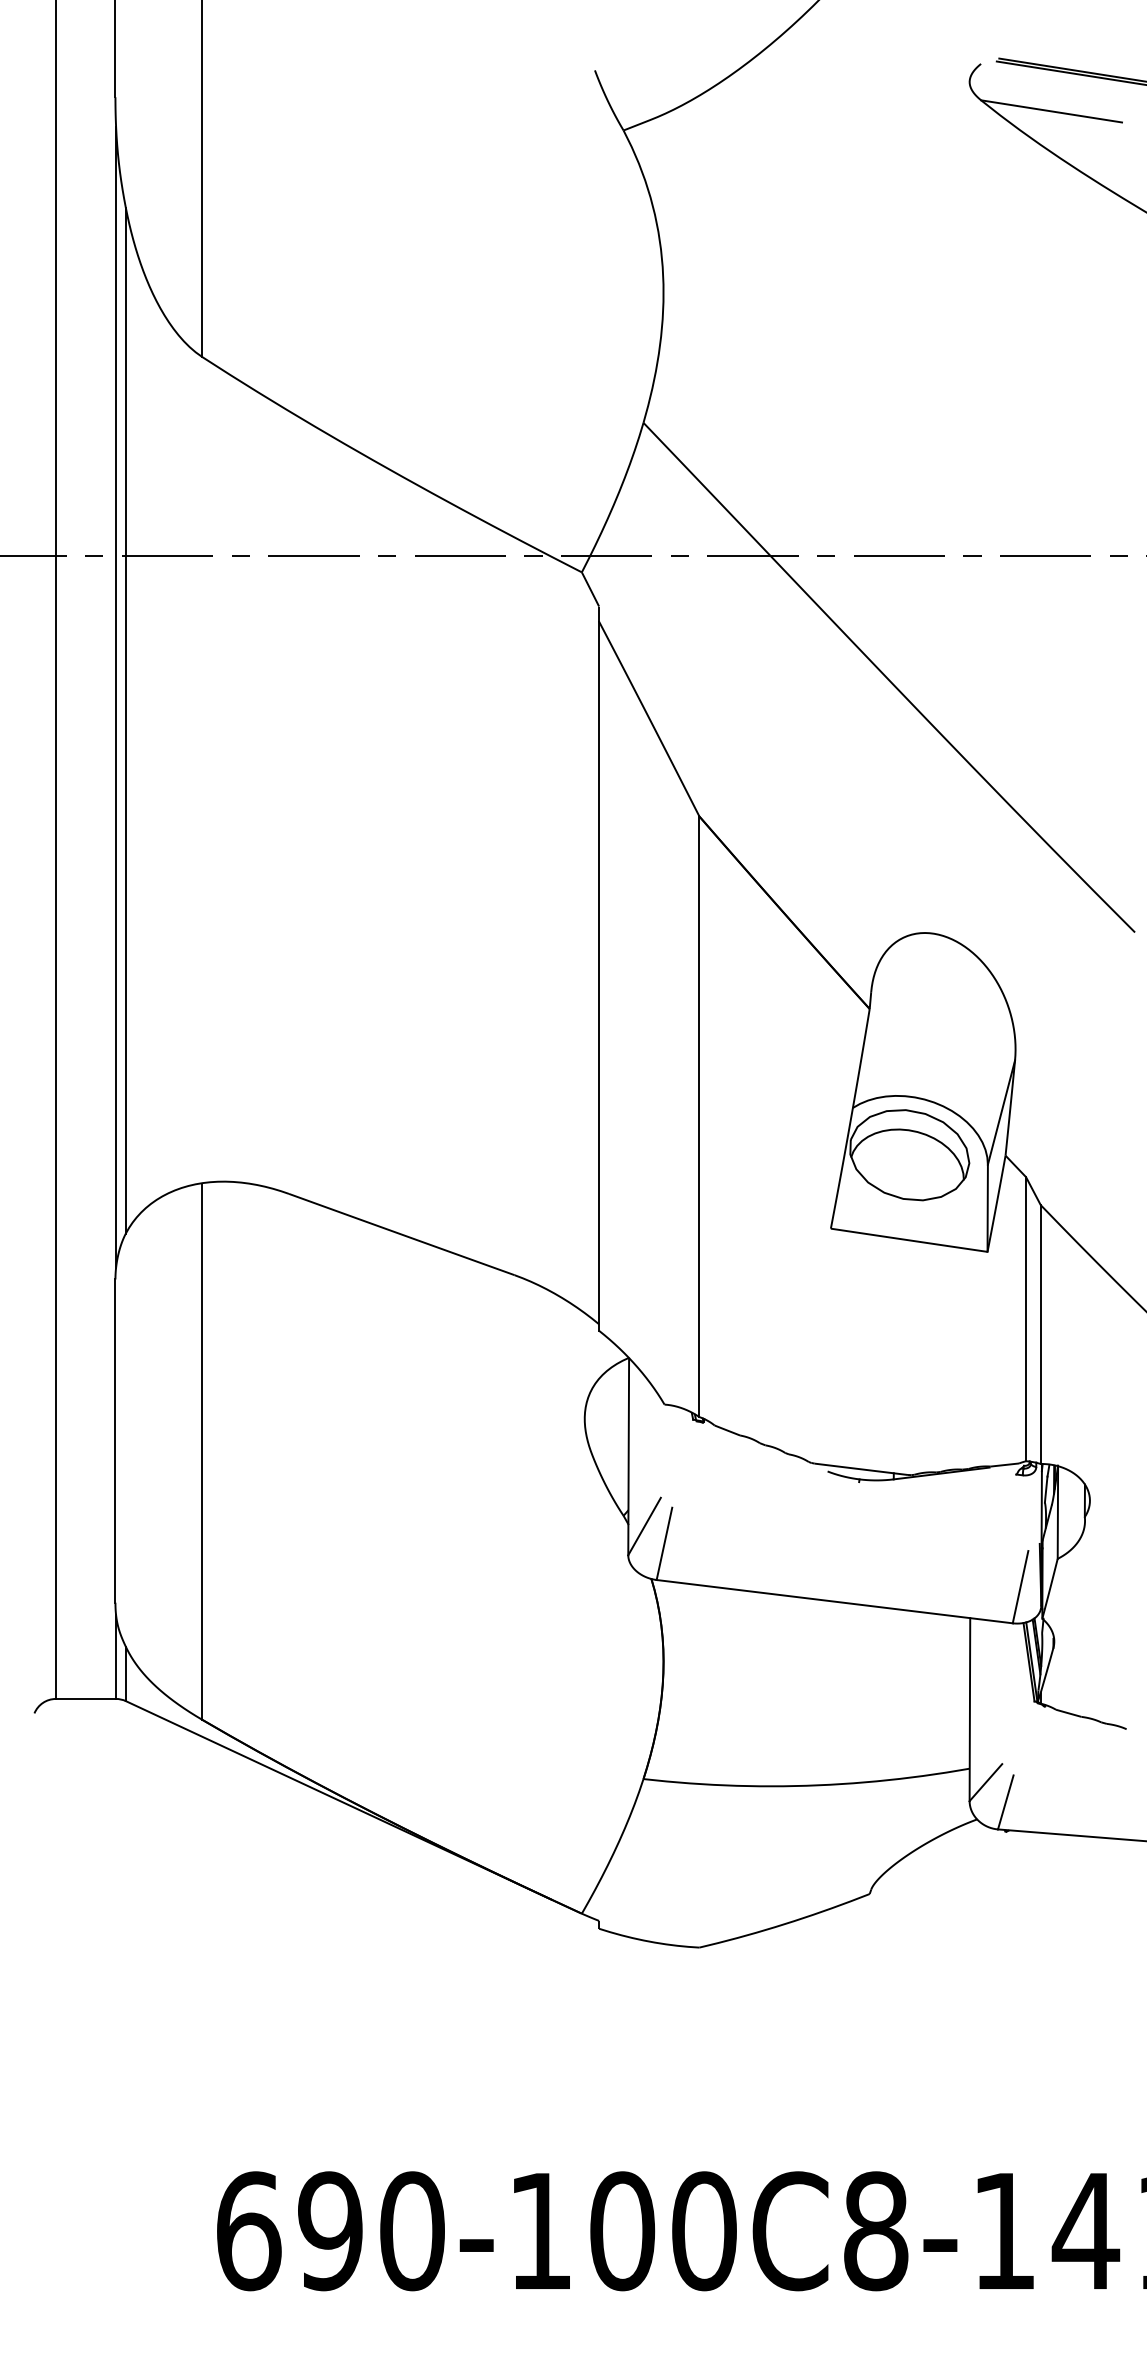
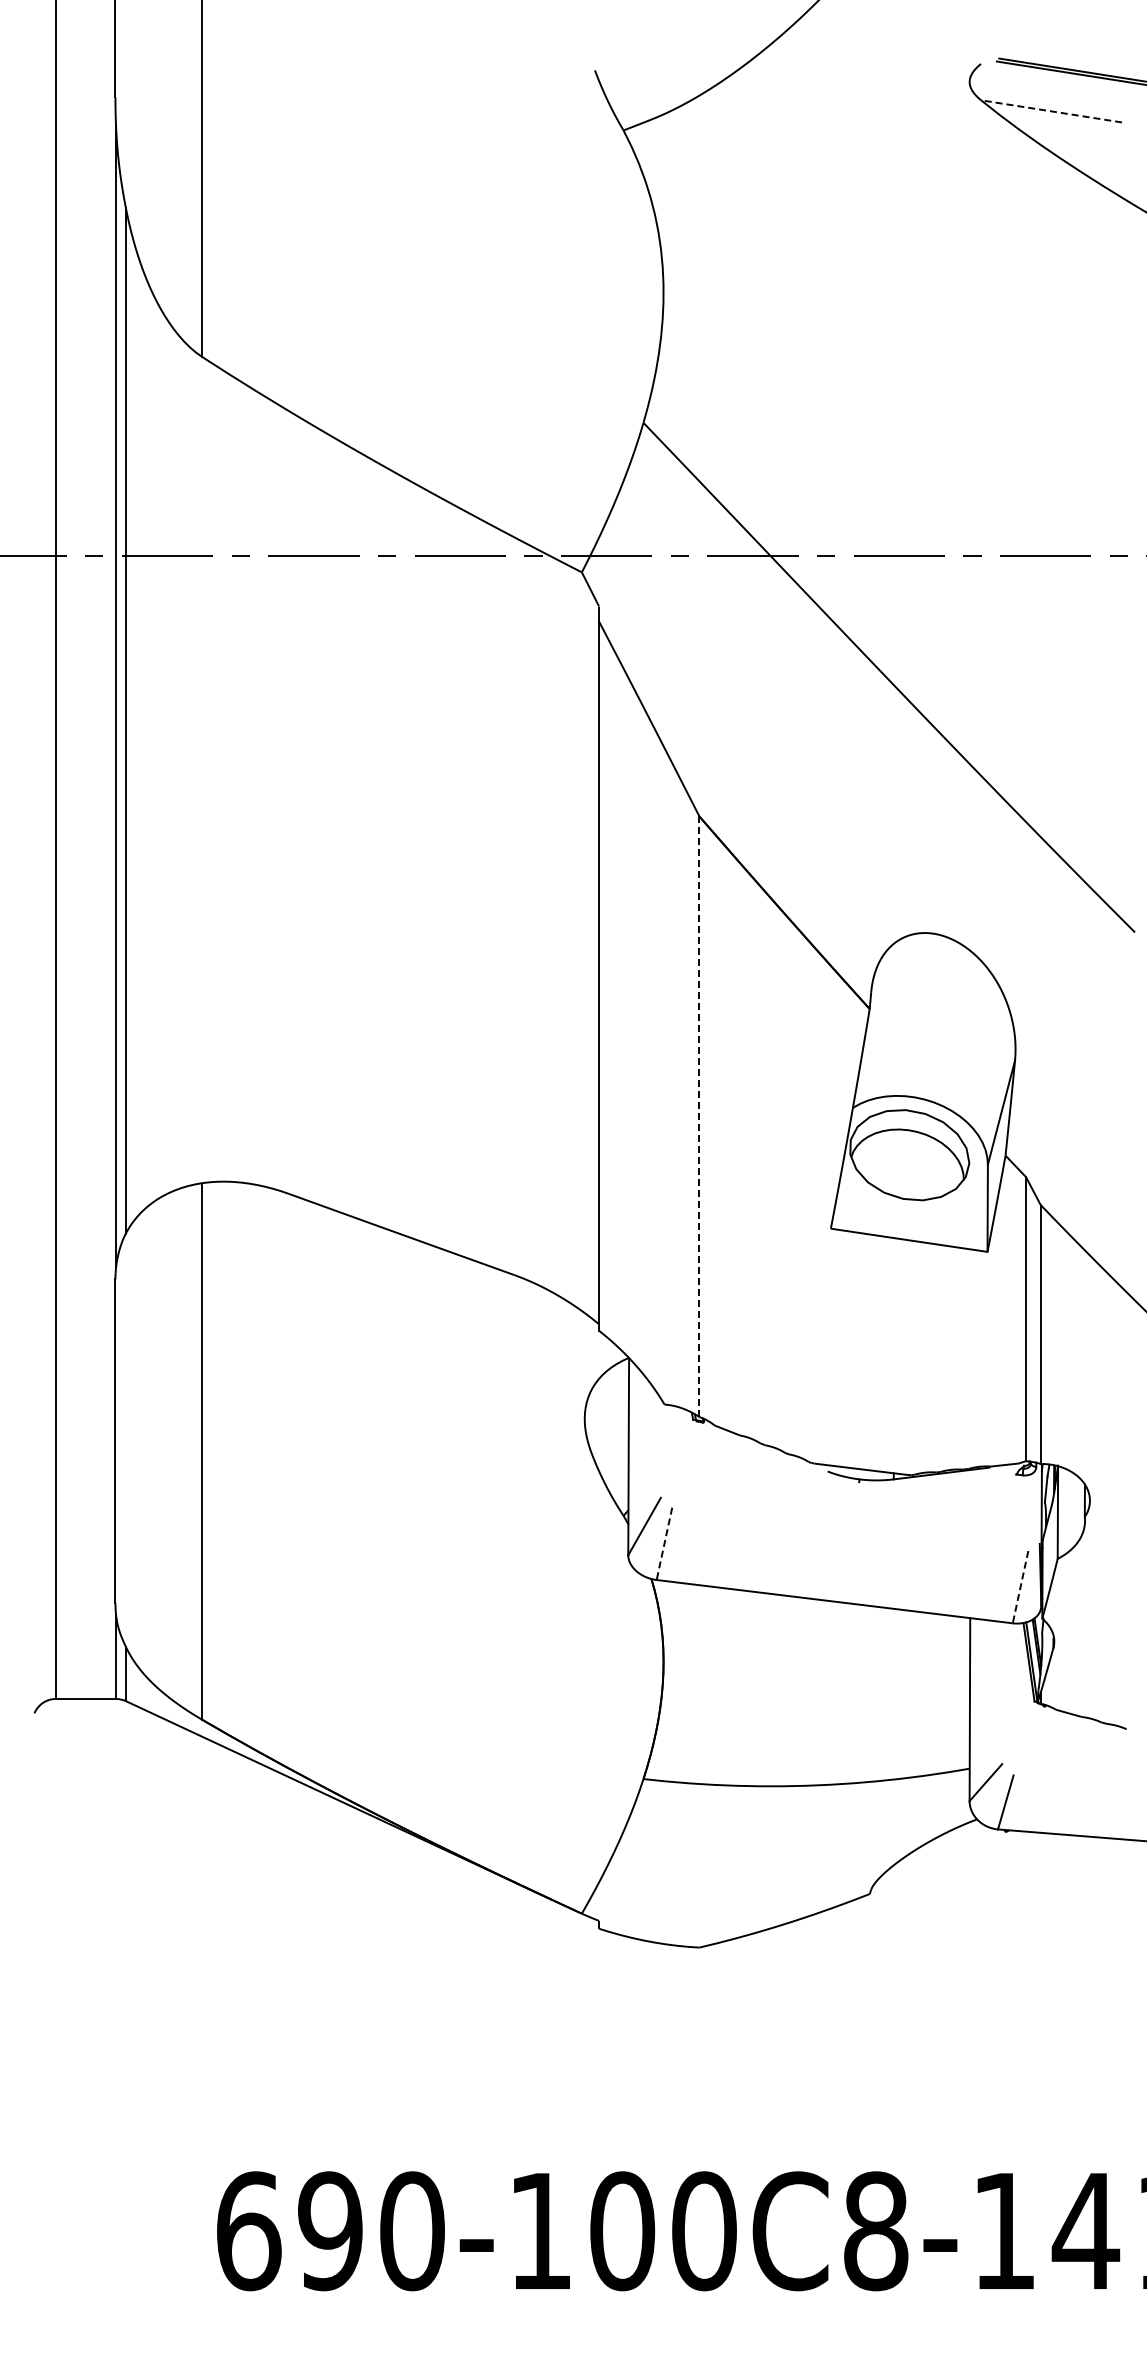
line at (1051, 111): solid -> dashed
line at (699, 1117): solid -> dashed
line at (664, 1543): solid -> dashed
line at (1020, 1587): solid -> dashed
